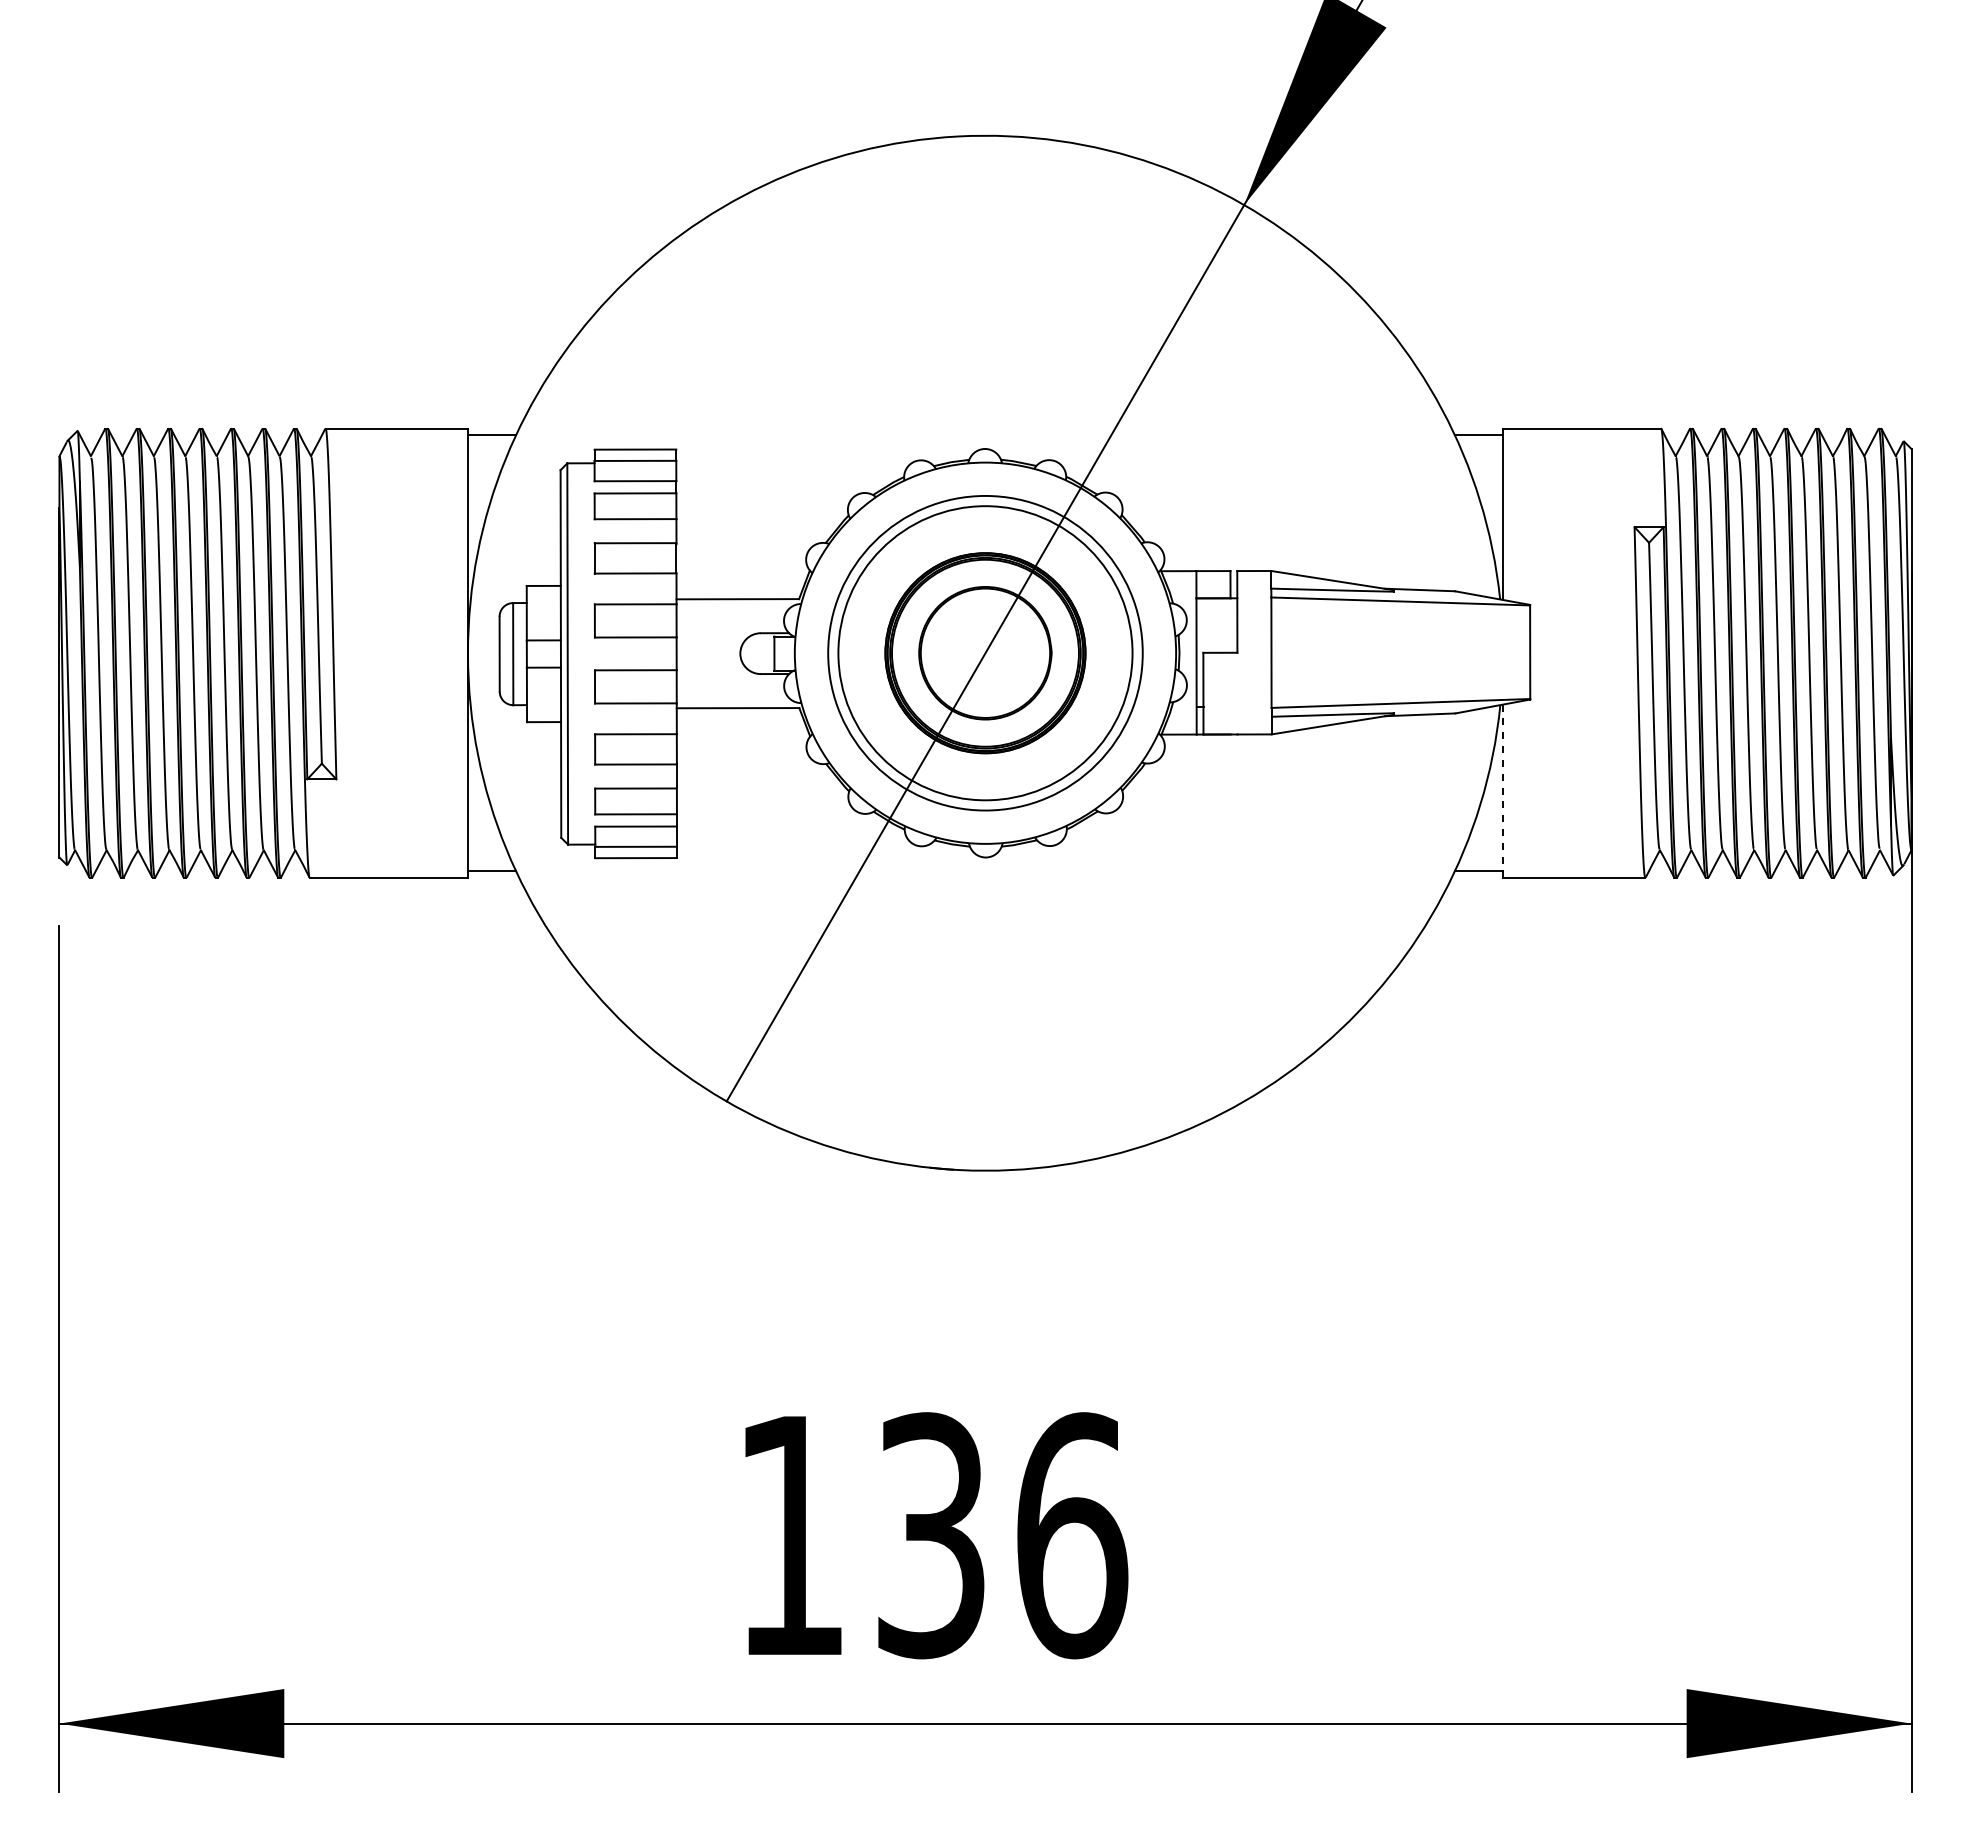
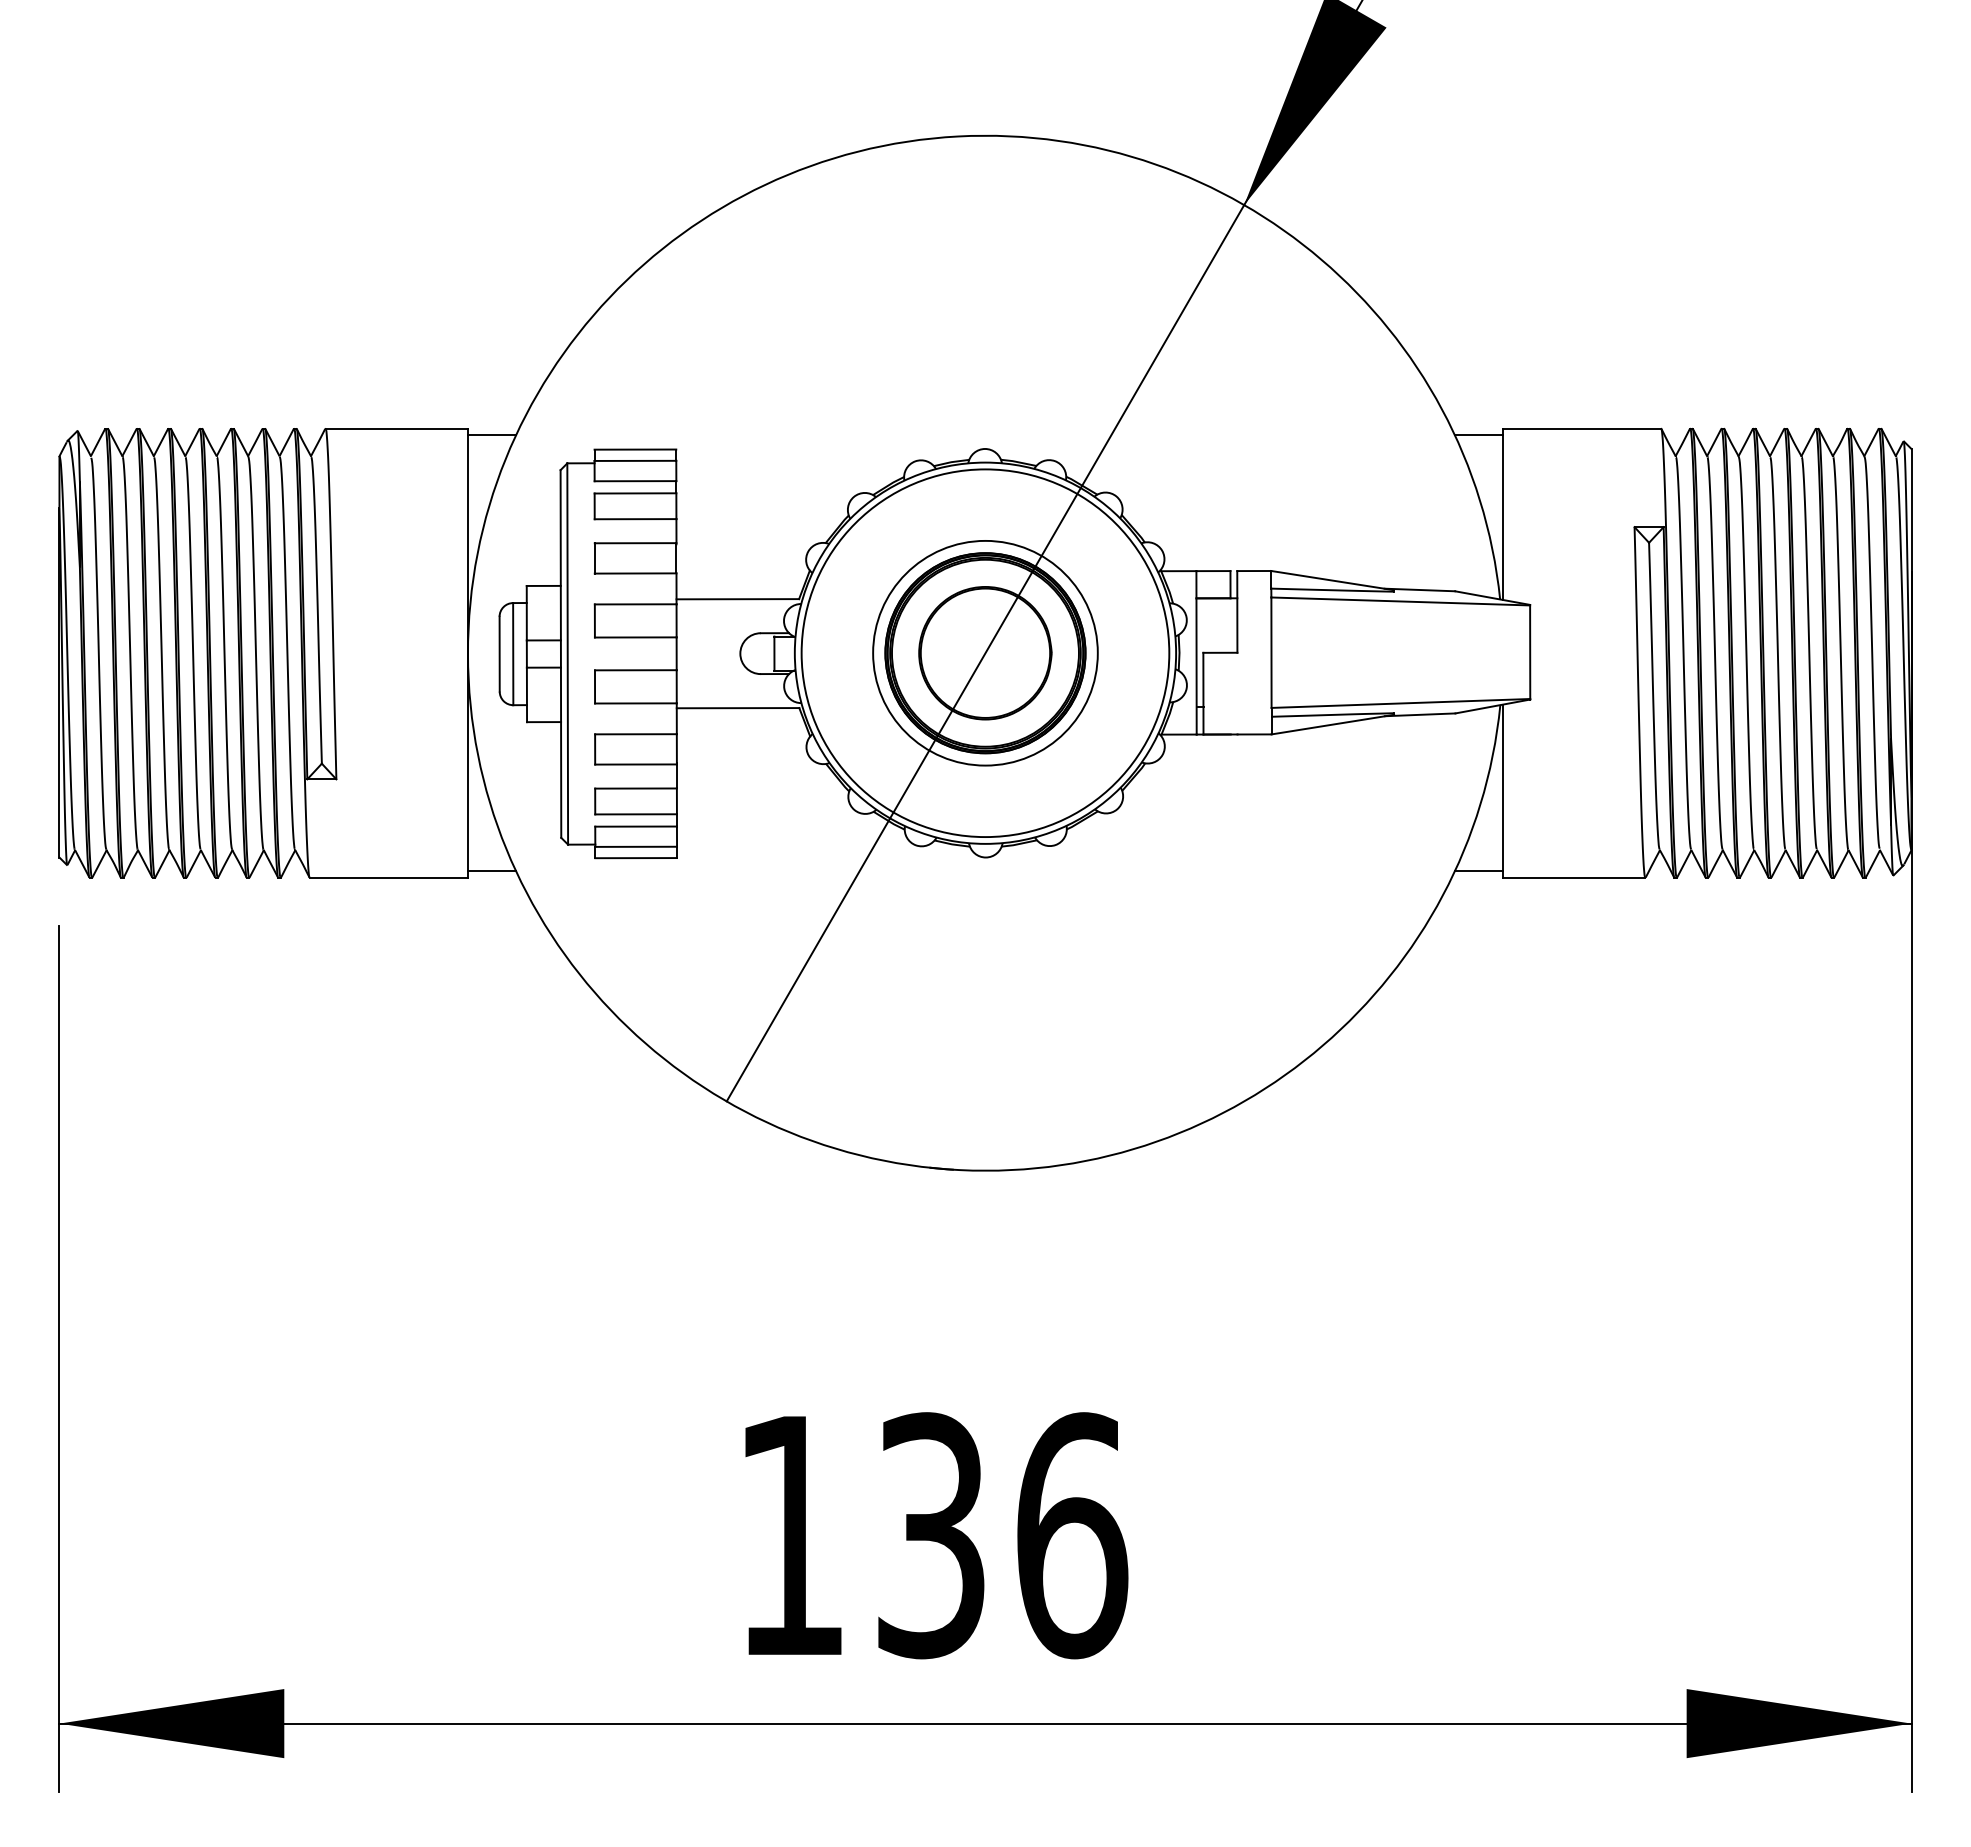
circle at (985, 652) diameter: 315 px -> 225 px
circle at (985, 653) diameter: 294 px -> 368 px
line at (1502, 791): dashed -> solid
